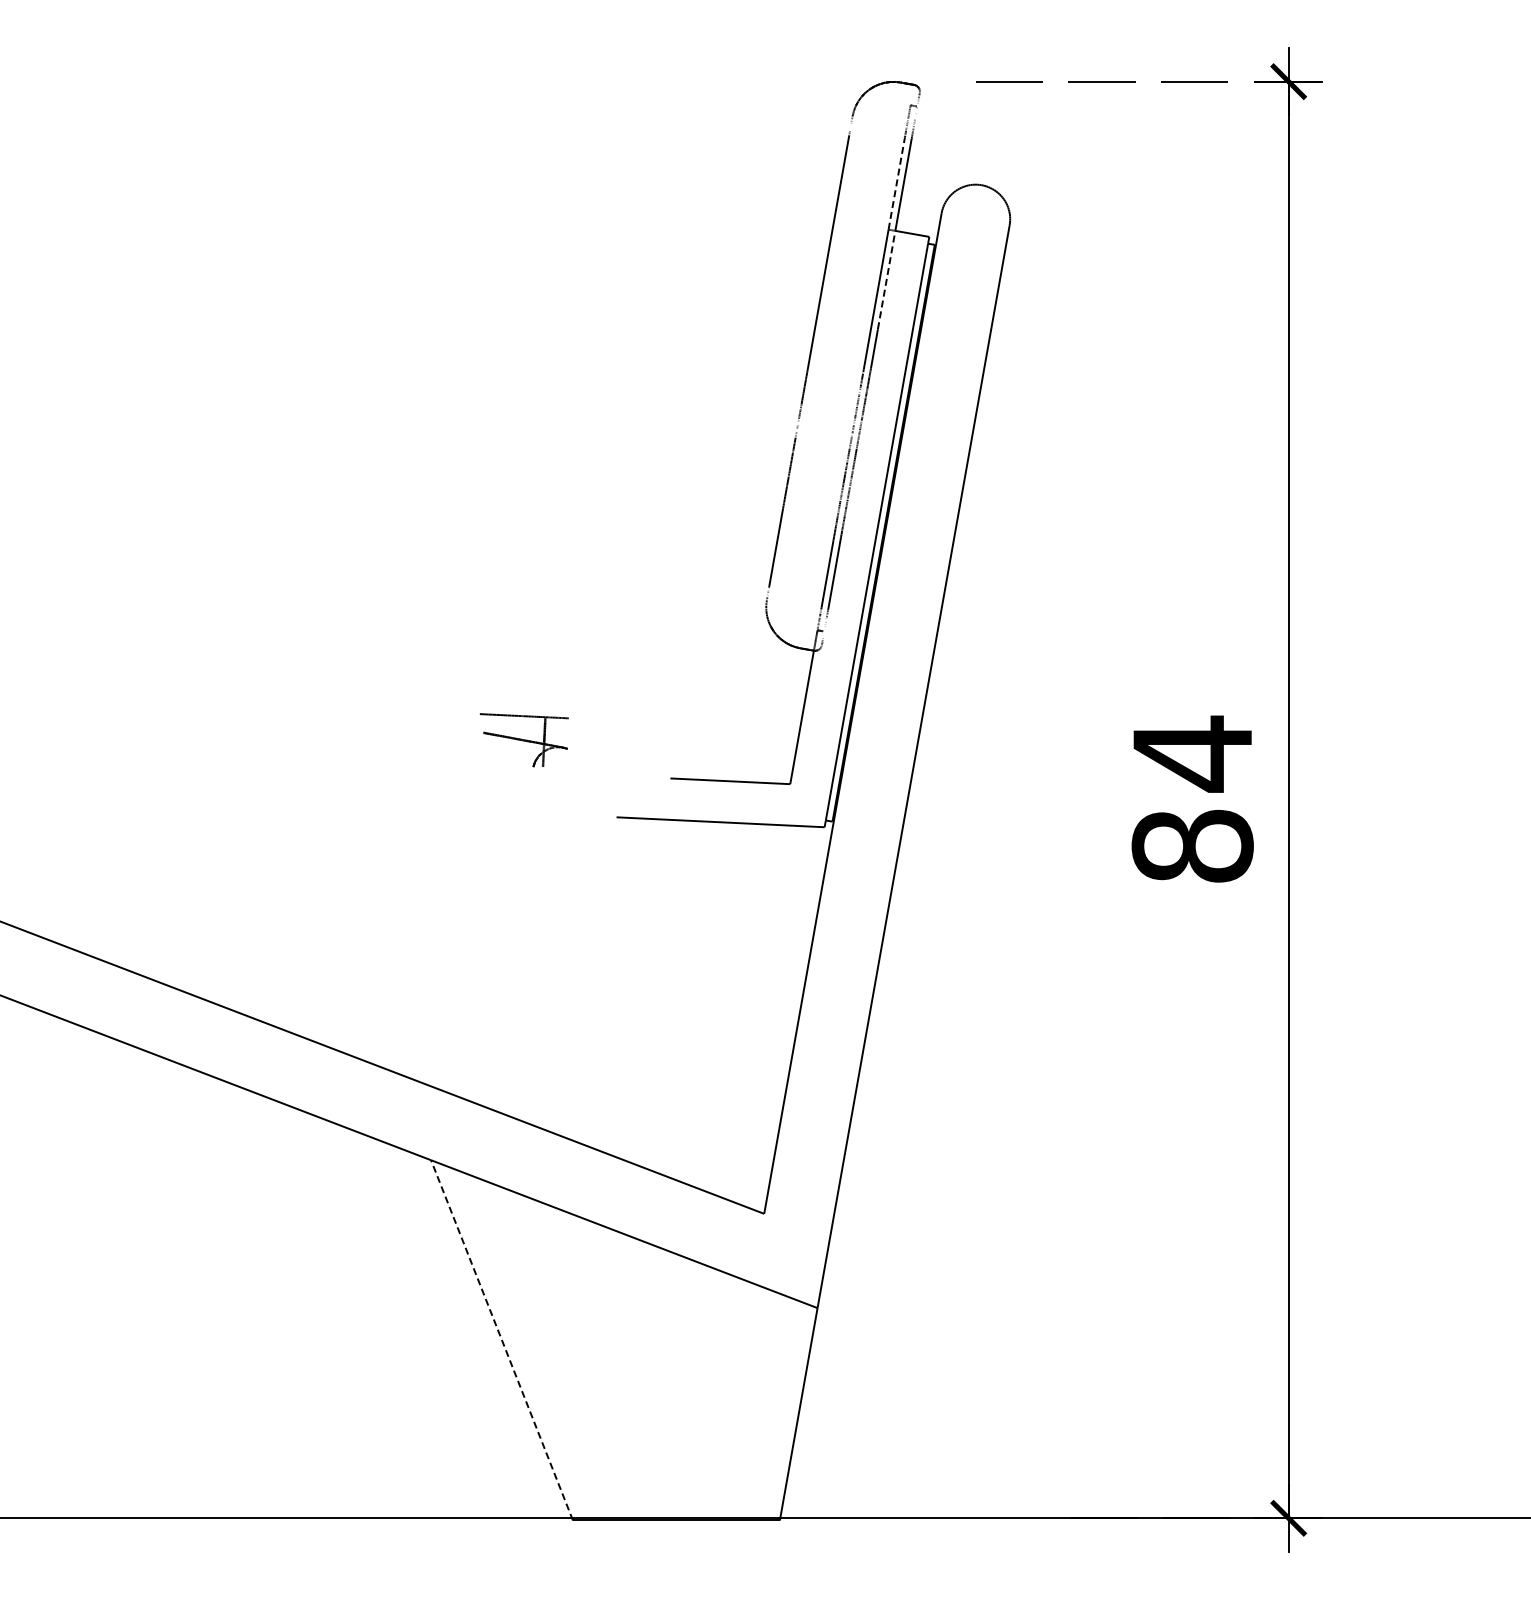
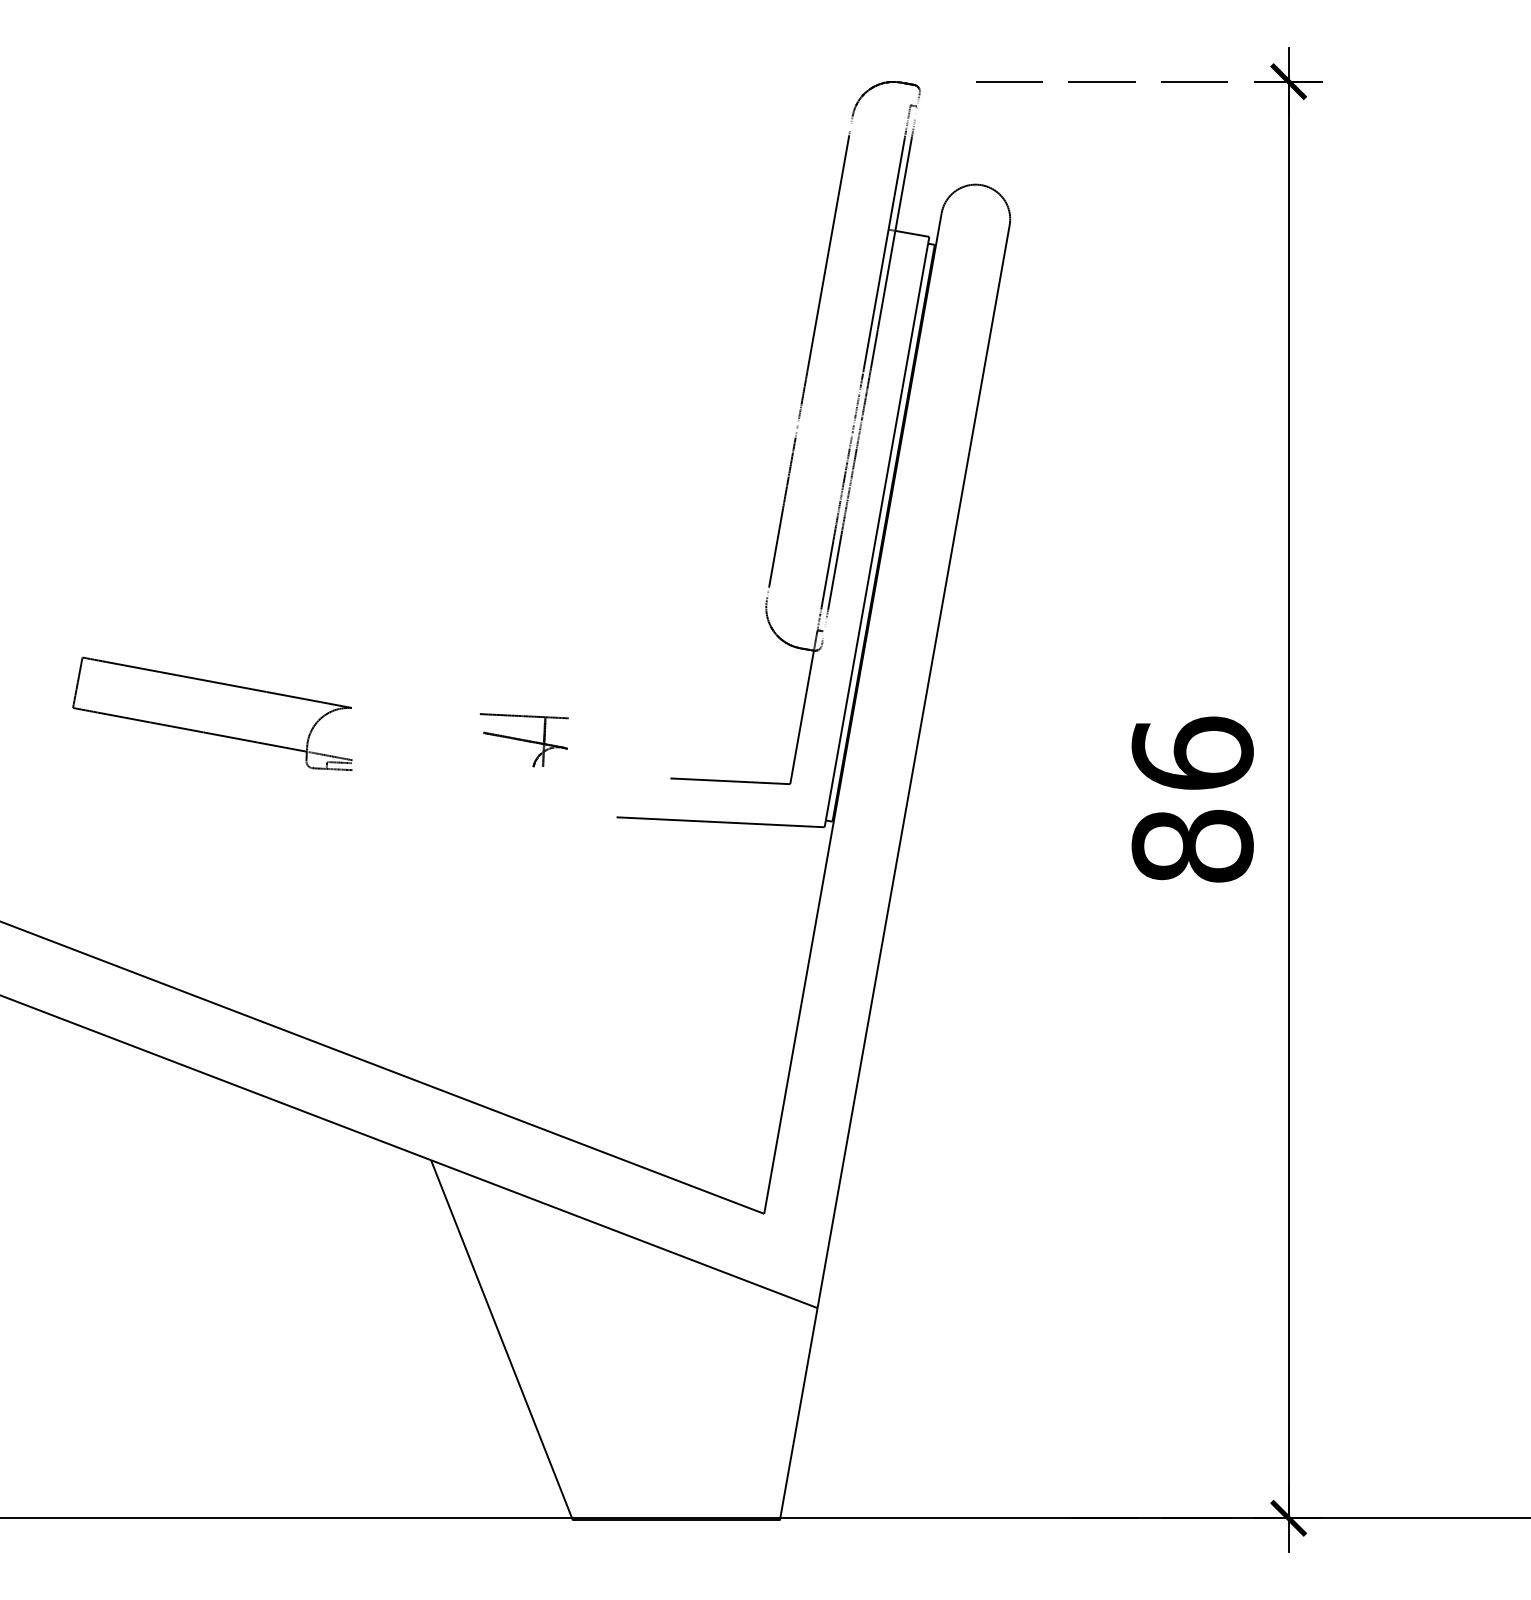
line at (896, 183): dashed -> solid
line at (886, 280): dashed -> solid
part at (212, 713): none -> present
text at (1192, 753): 84 -> 86
line at (502, 1340): dashed -> solid
